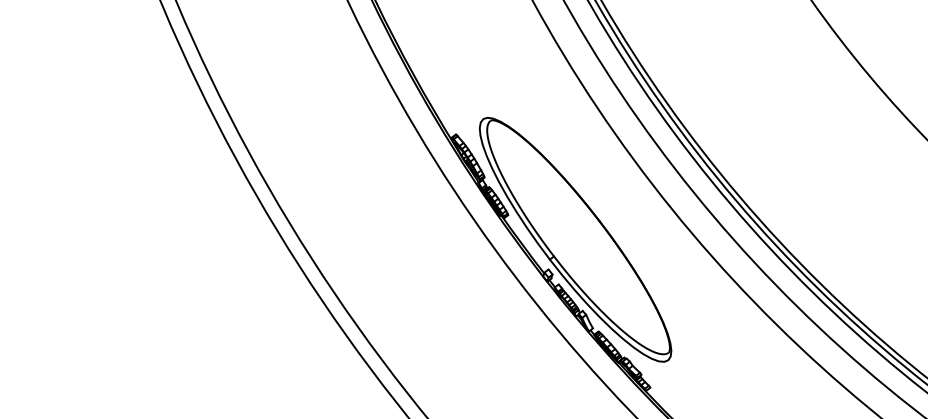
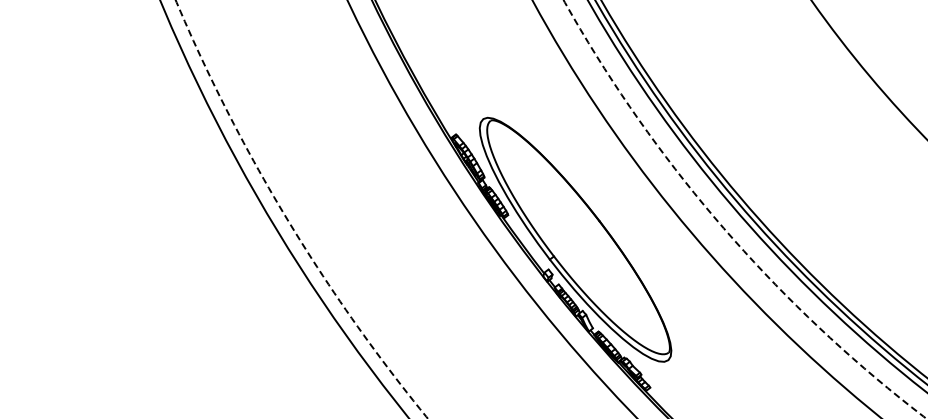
circle at (301, 209): solid -> dashed
arc at (724, 228): solid -> dashed
